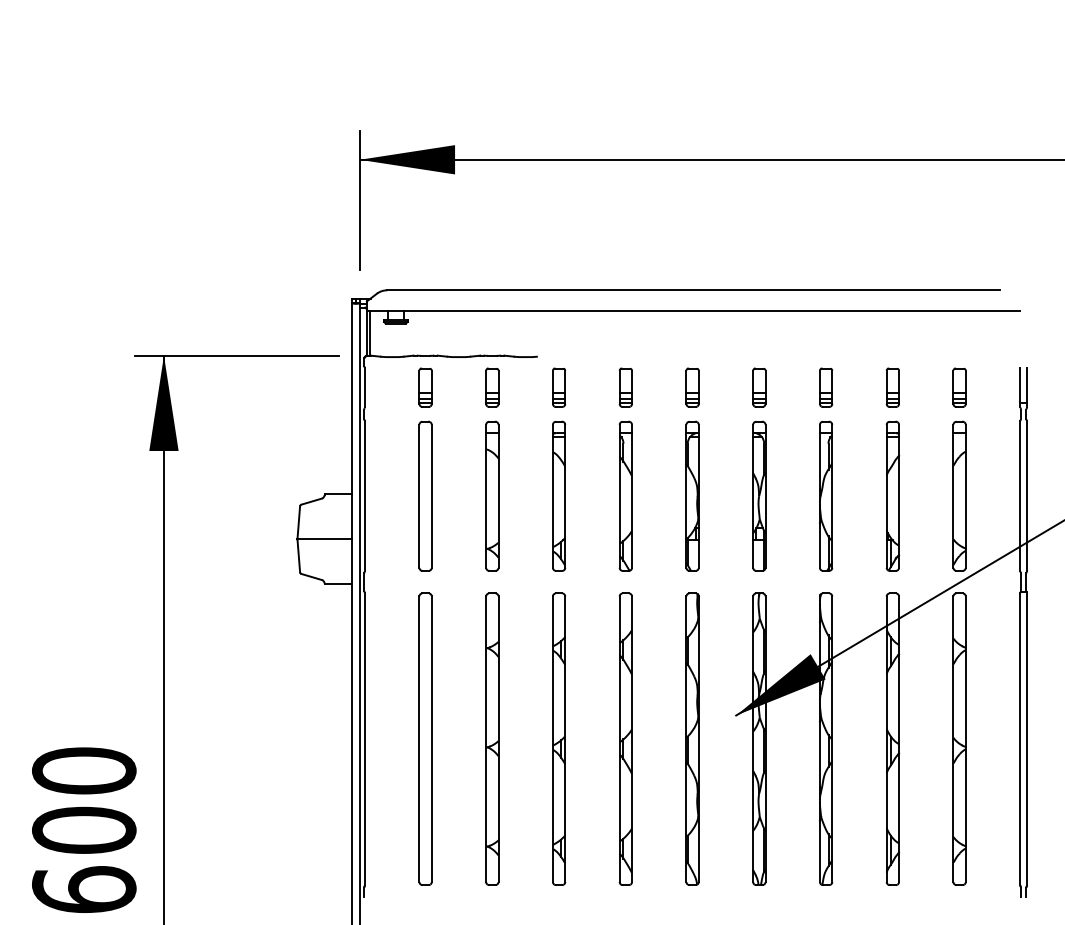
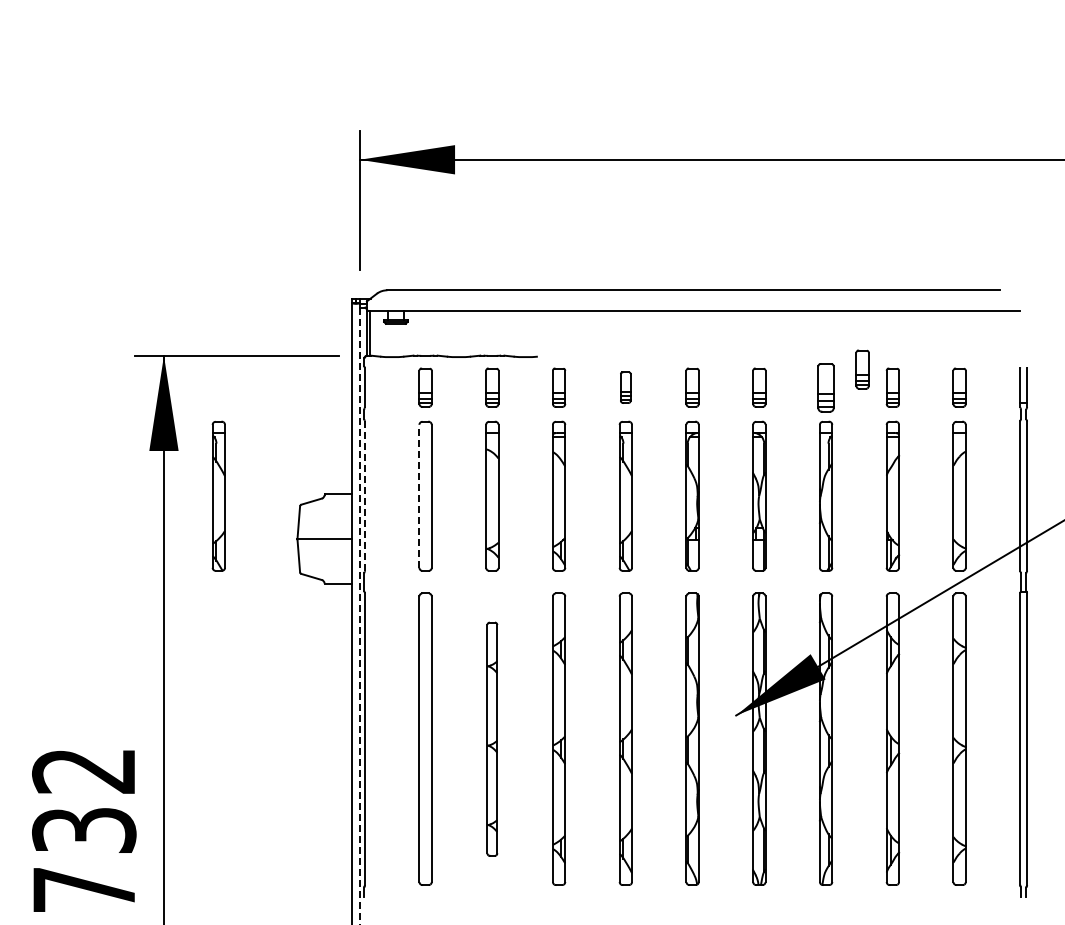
part at (862, 369): none -> present
part at (625, 387) size: 15x41 px -> 12x33 px
part at (826, 387) size: 15x41 px -> 18x50 px
part at (218, 495): none -> present
line at (365, 496): solid -> dashed
line at (419, 496): solid -> dashed
line at (359, 616): solid -> dashed
part at (492, 738) size: 15x294 px -> 13x236 px
text at (84, 829): 600 -> 732
